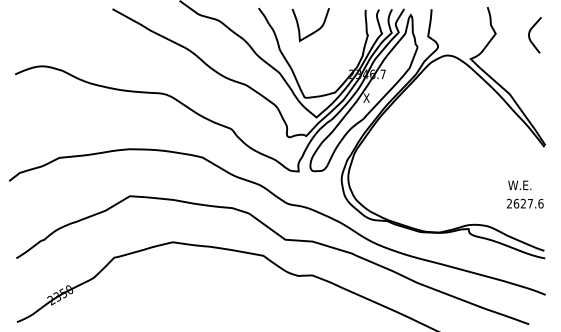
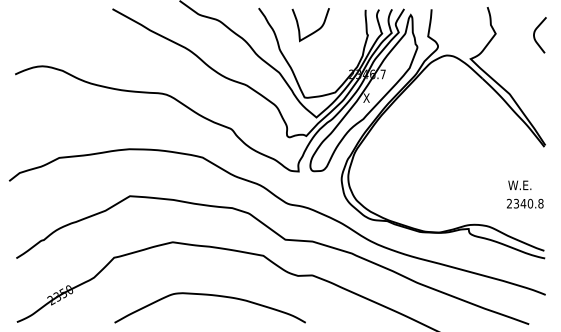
curve at (530, 33) position: (530, 33) -> (535, 33)
text at (528, 203): 2627.6 -> 2340.8
curve at (213, 296): none -> present
